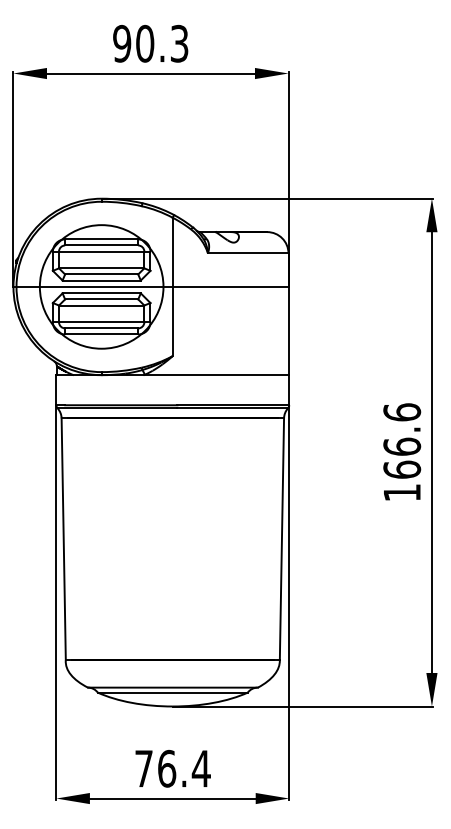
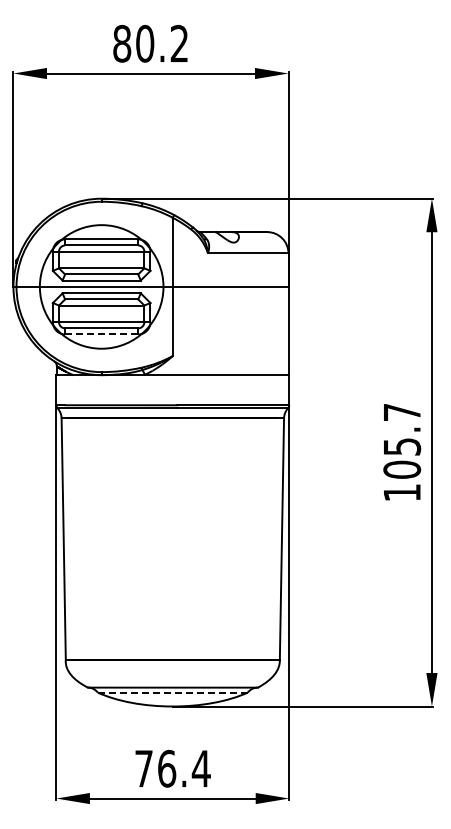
text at (150, 43): 90.3 -> 80.2
line at (101, 334): solid -> dashed
text at (402, 440): 166.6 -> 105.7
line at (173, 692): solid -> dashed
